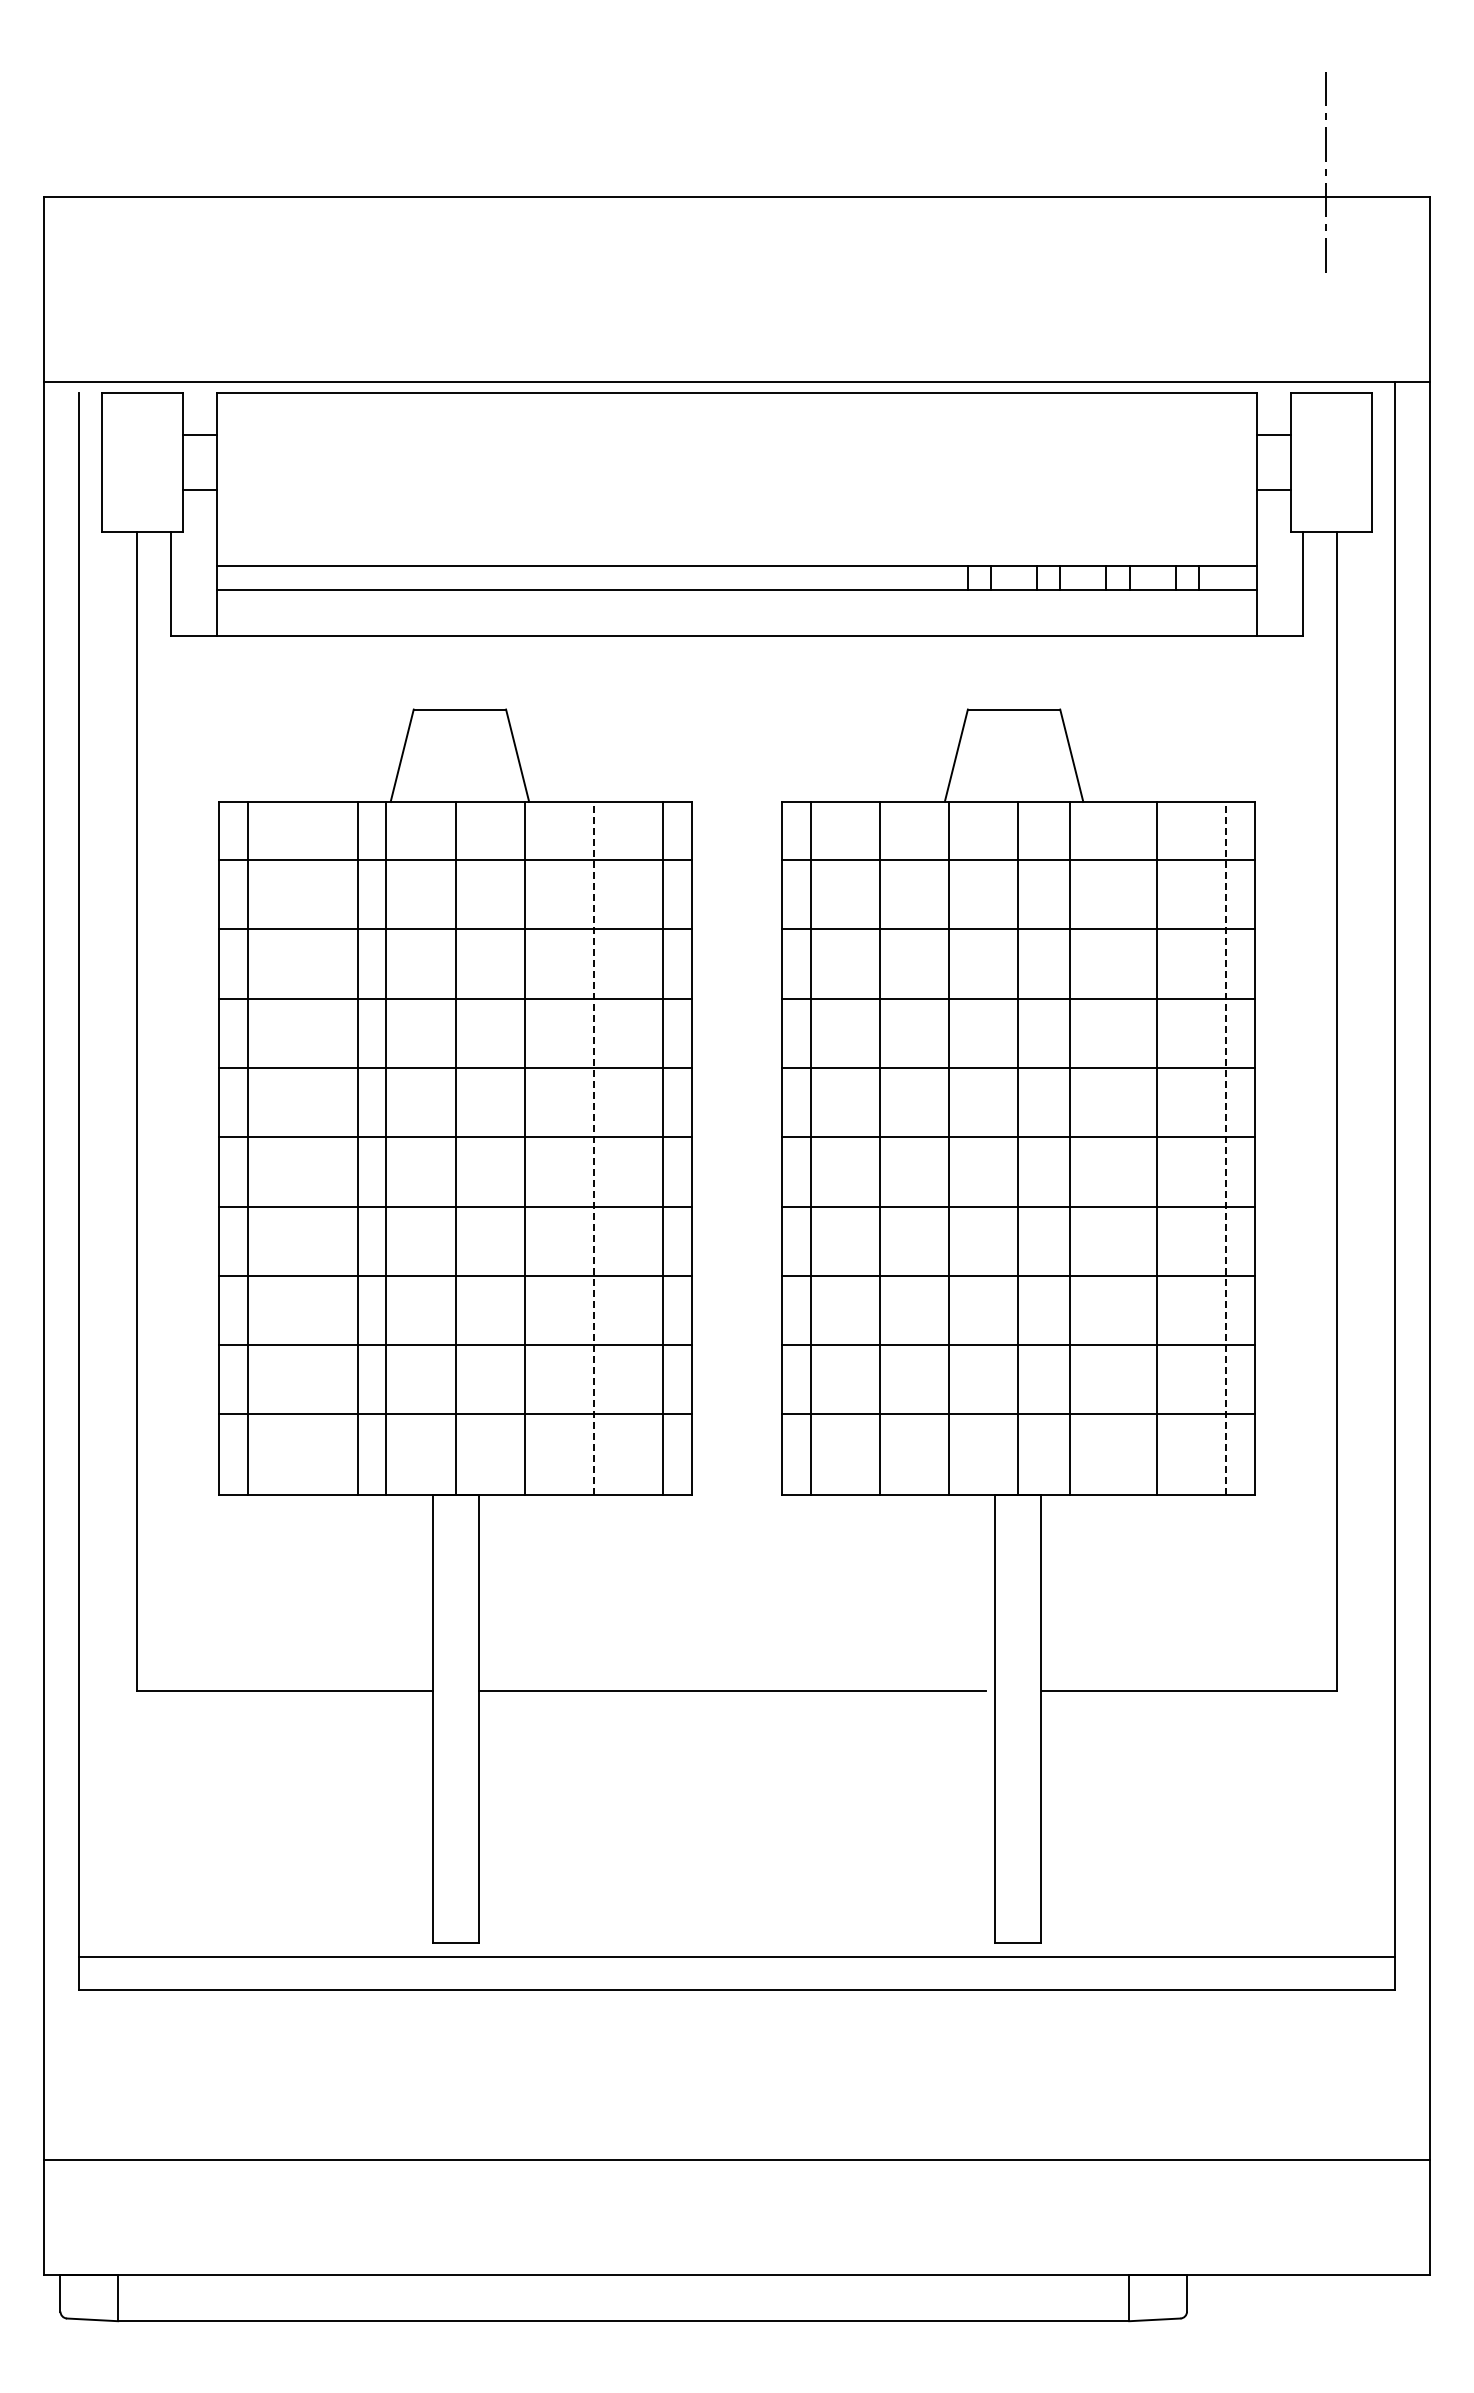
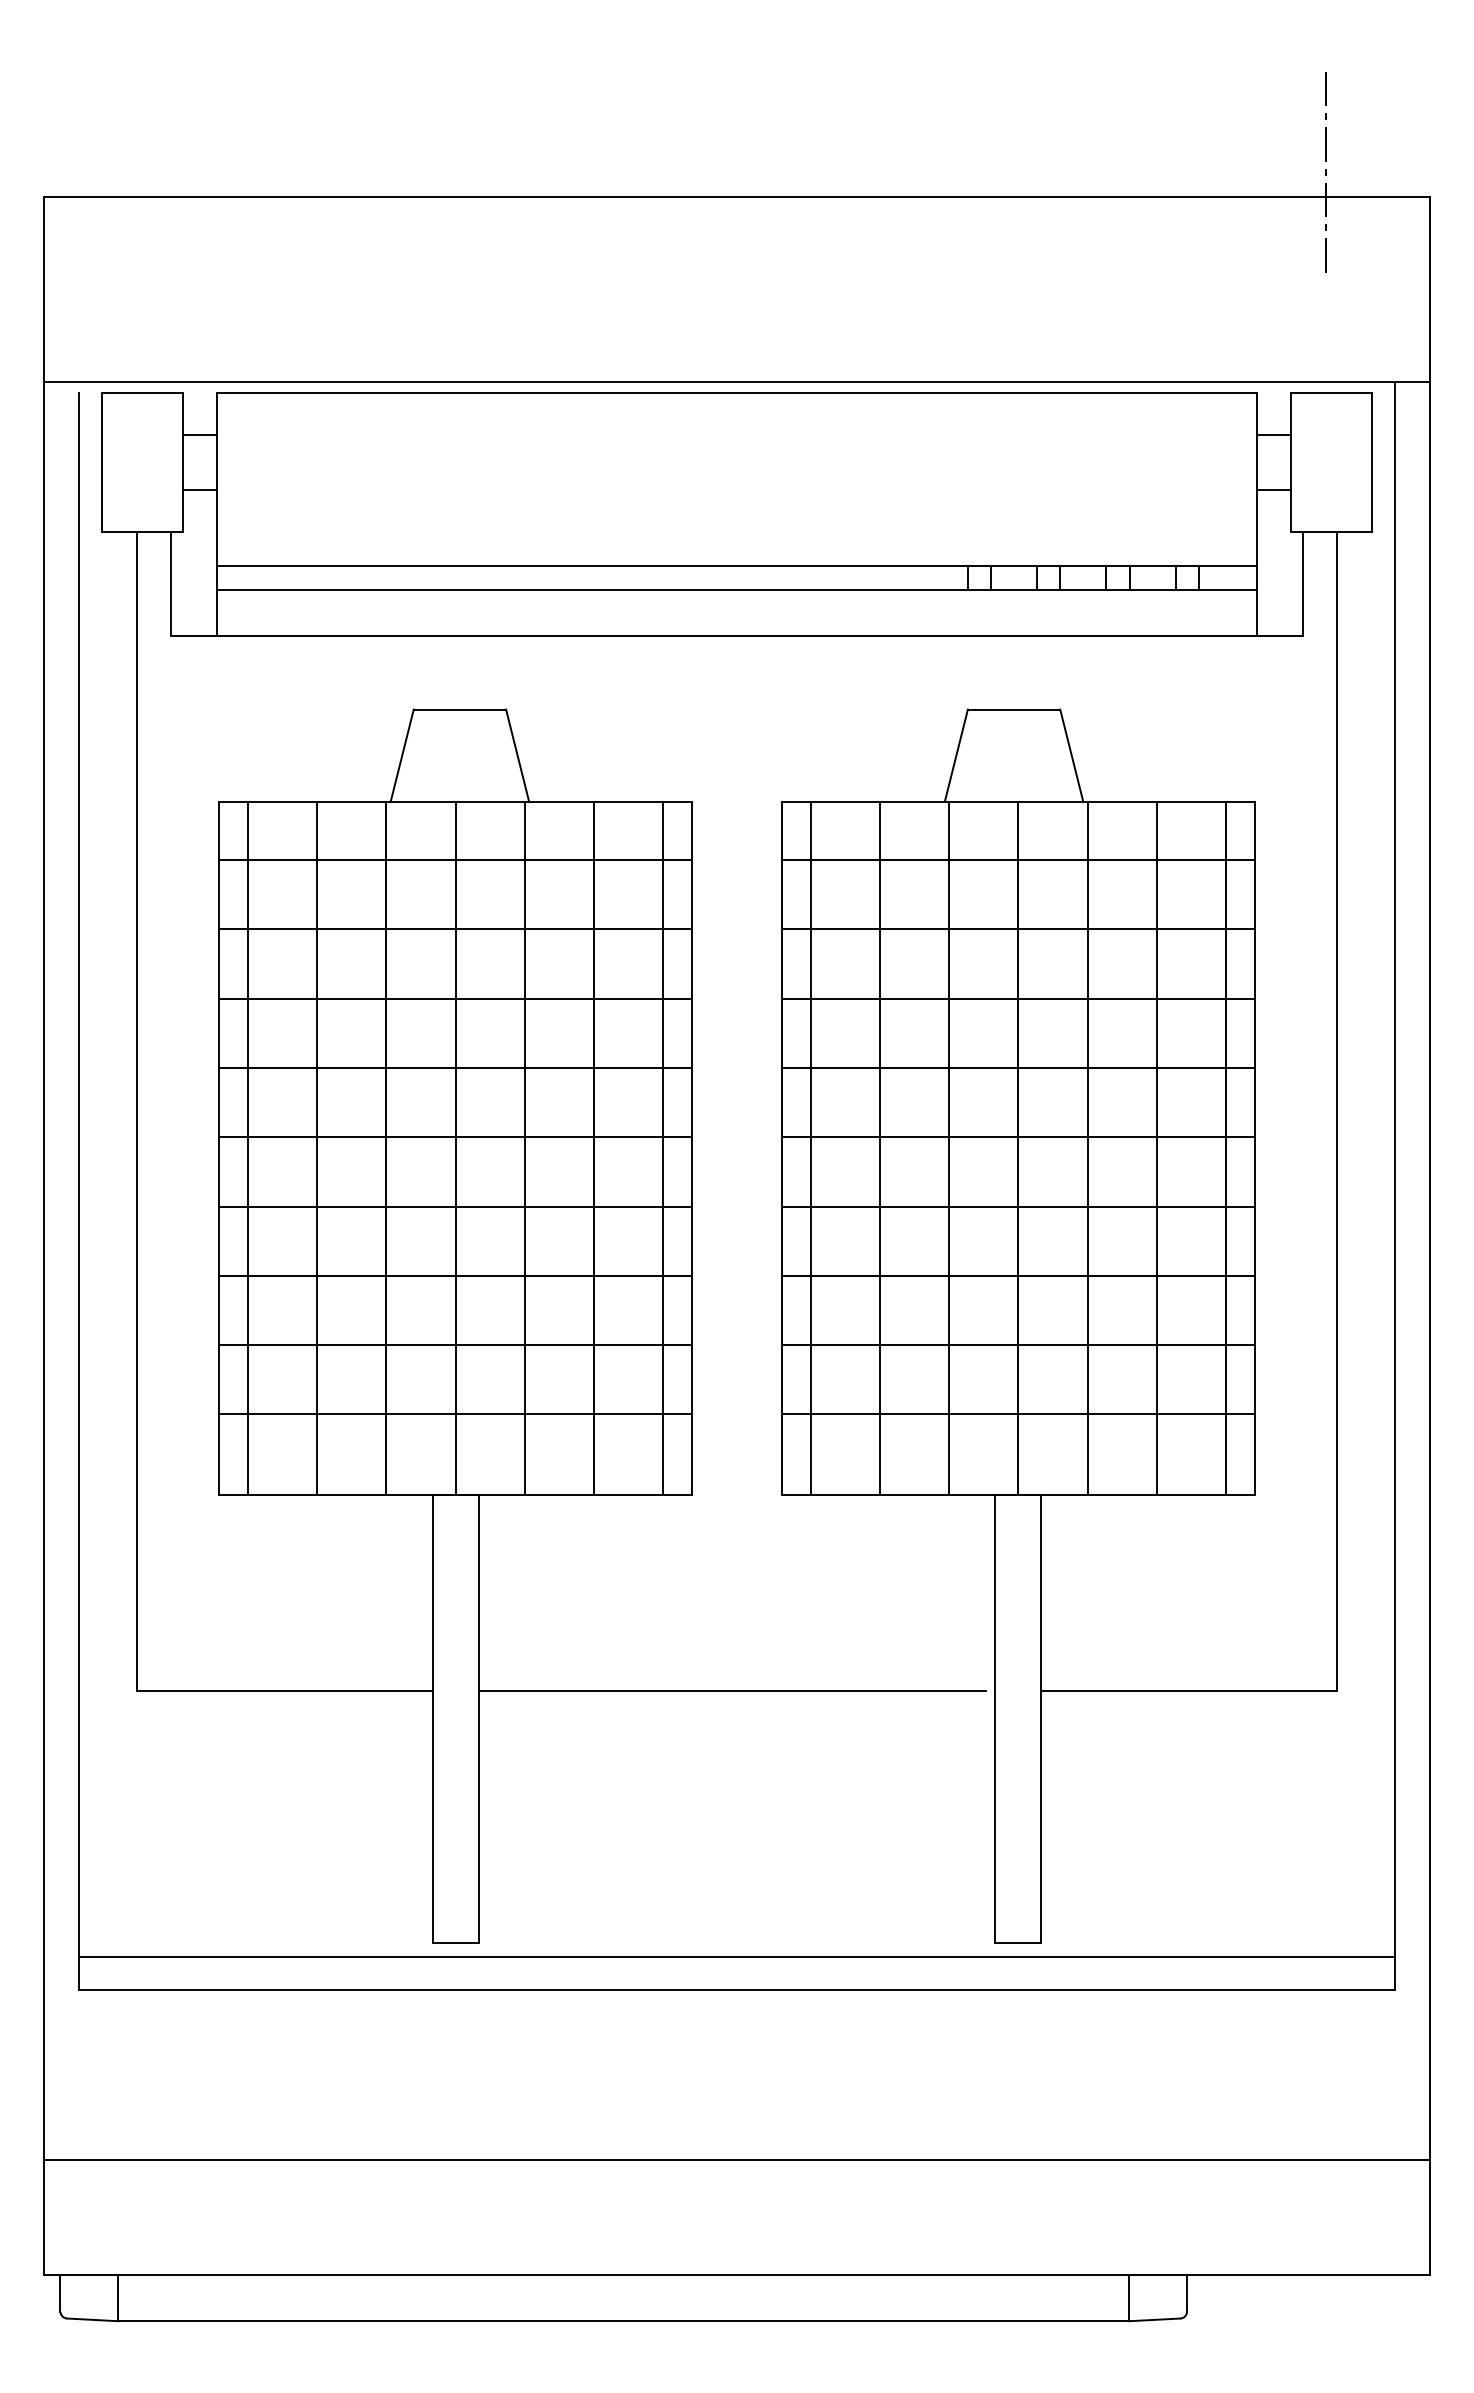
line at (358, 1147) position: (358, 1147) -> (317, 1147)
line at (594, 1147): dashed -> solid
line at (1069, 1147) position: (1069, 1147) -> (1087, 1147)
line at (1226, 1147): dashed -> solid
